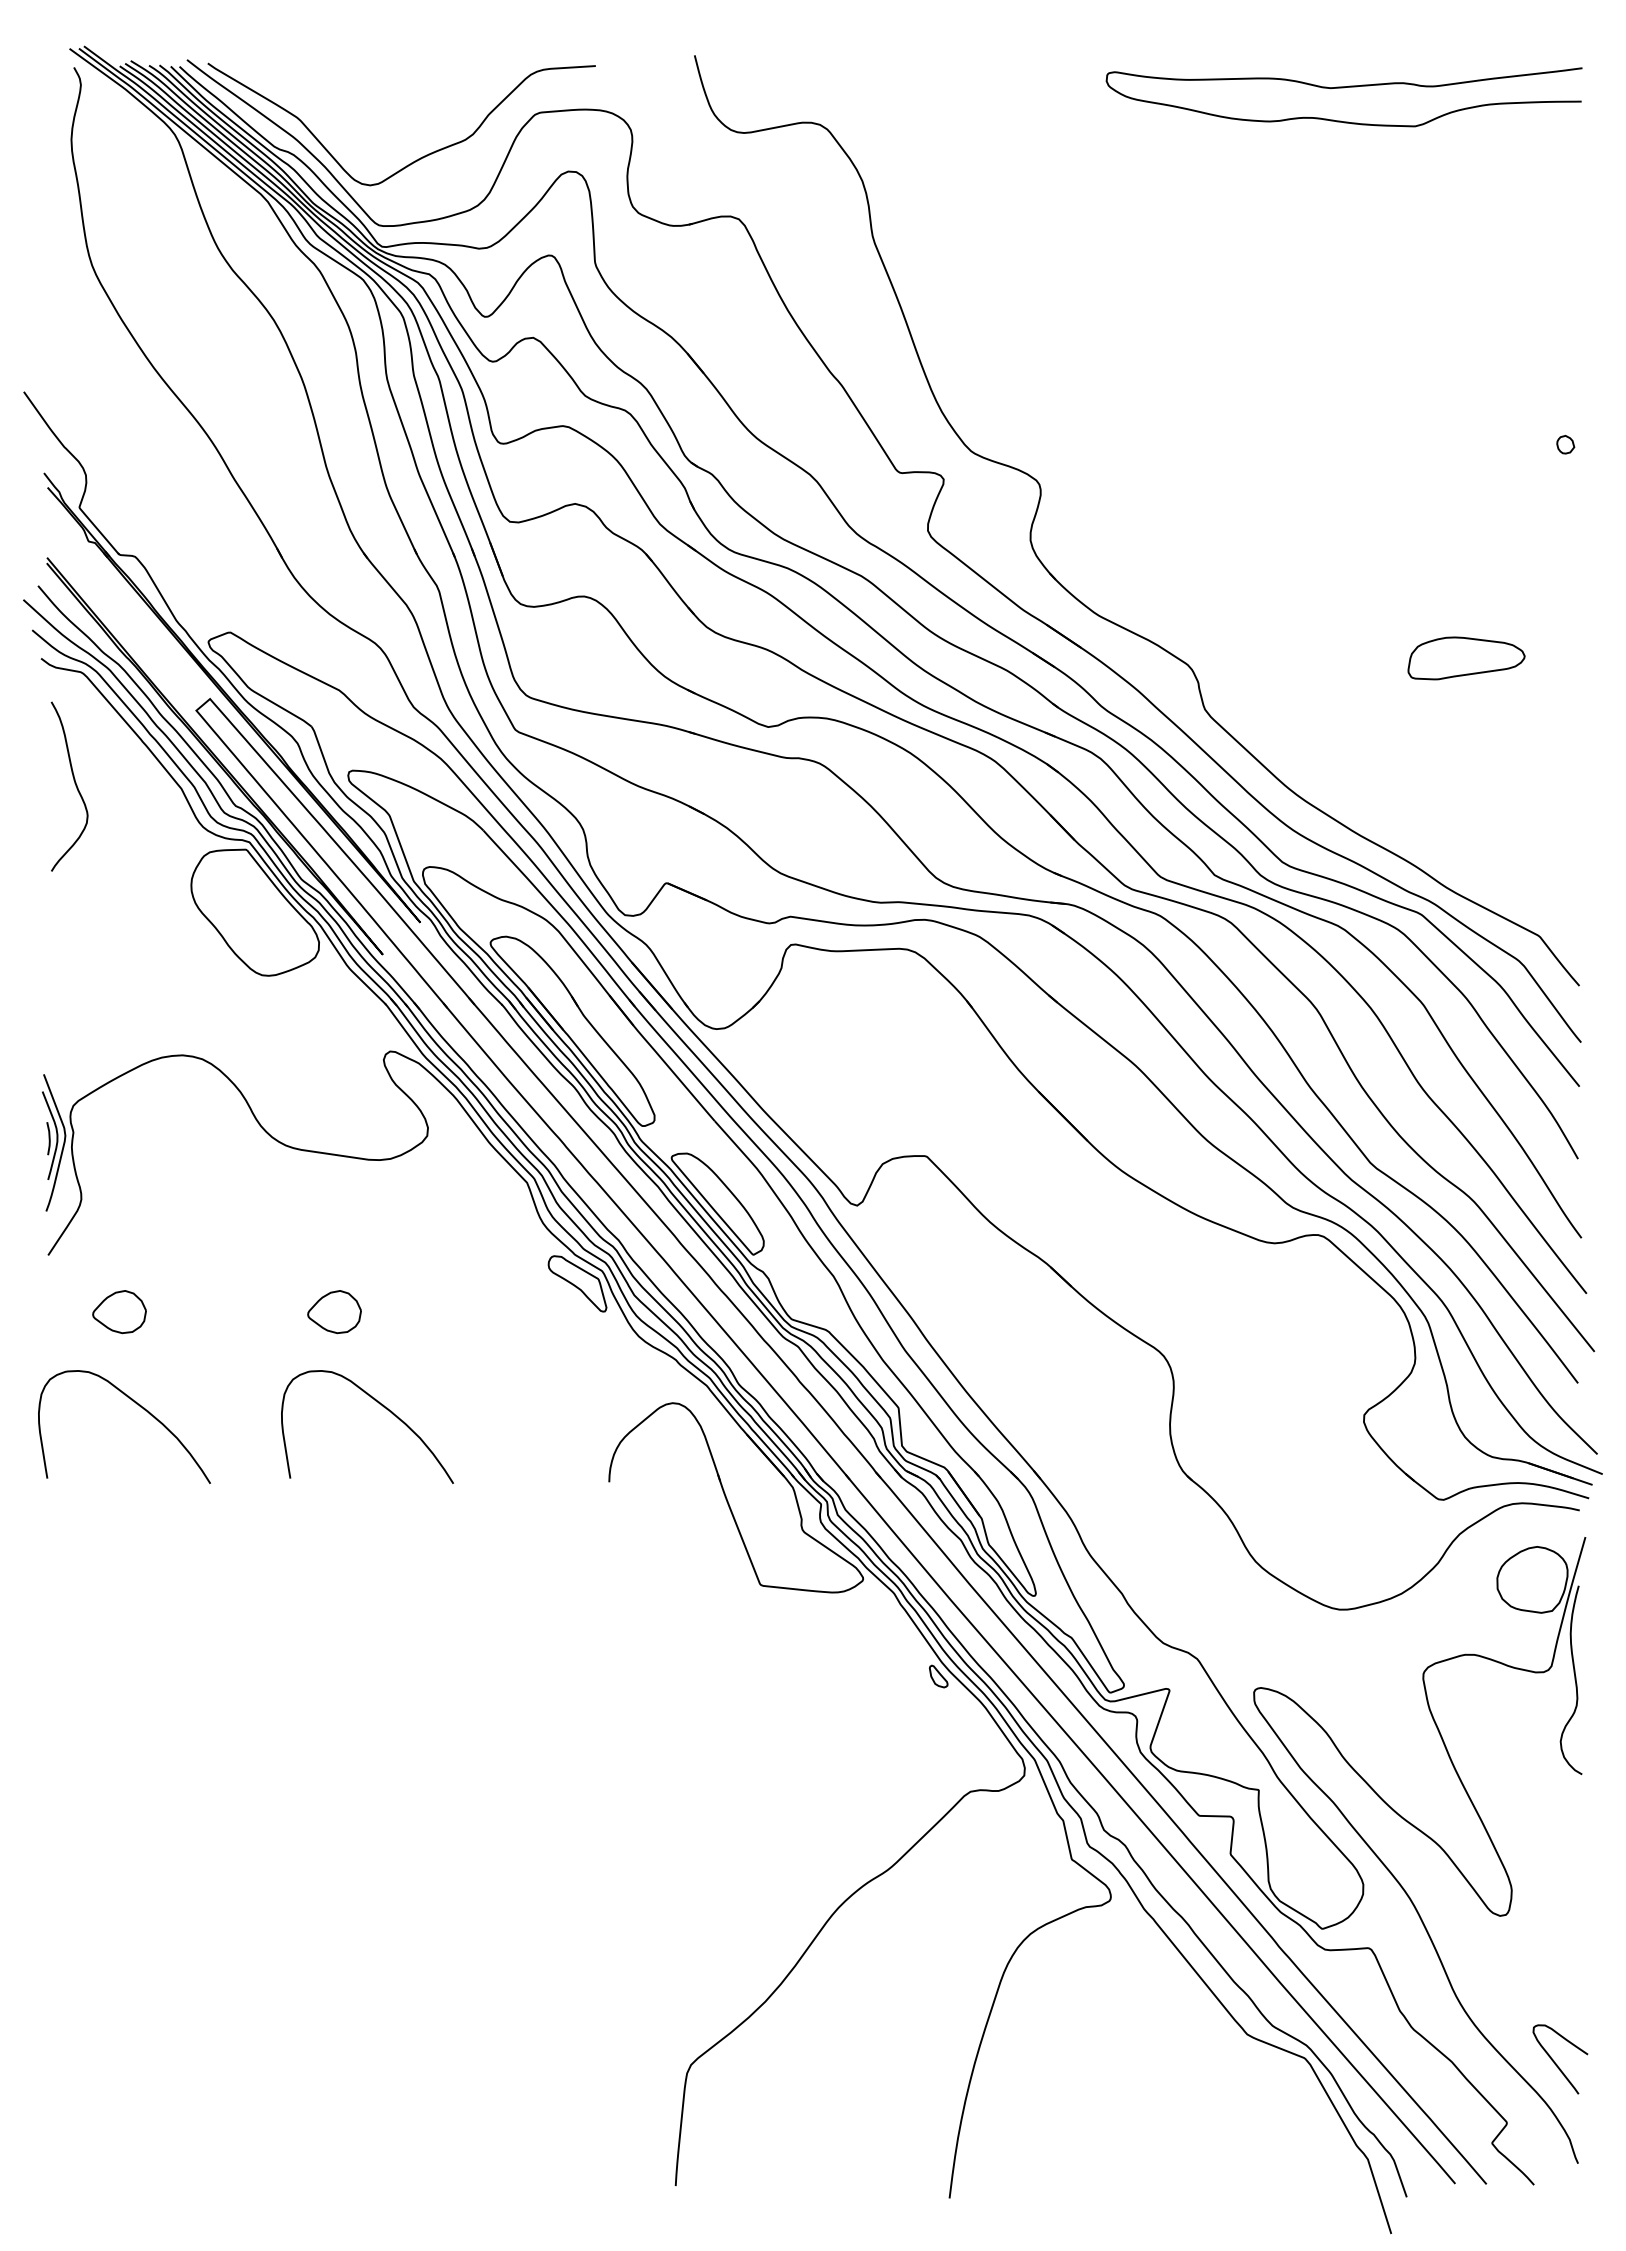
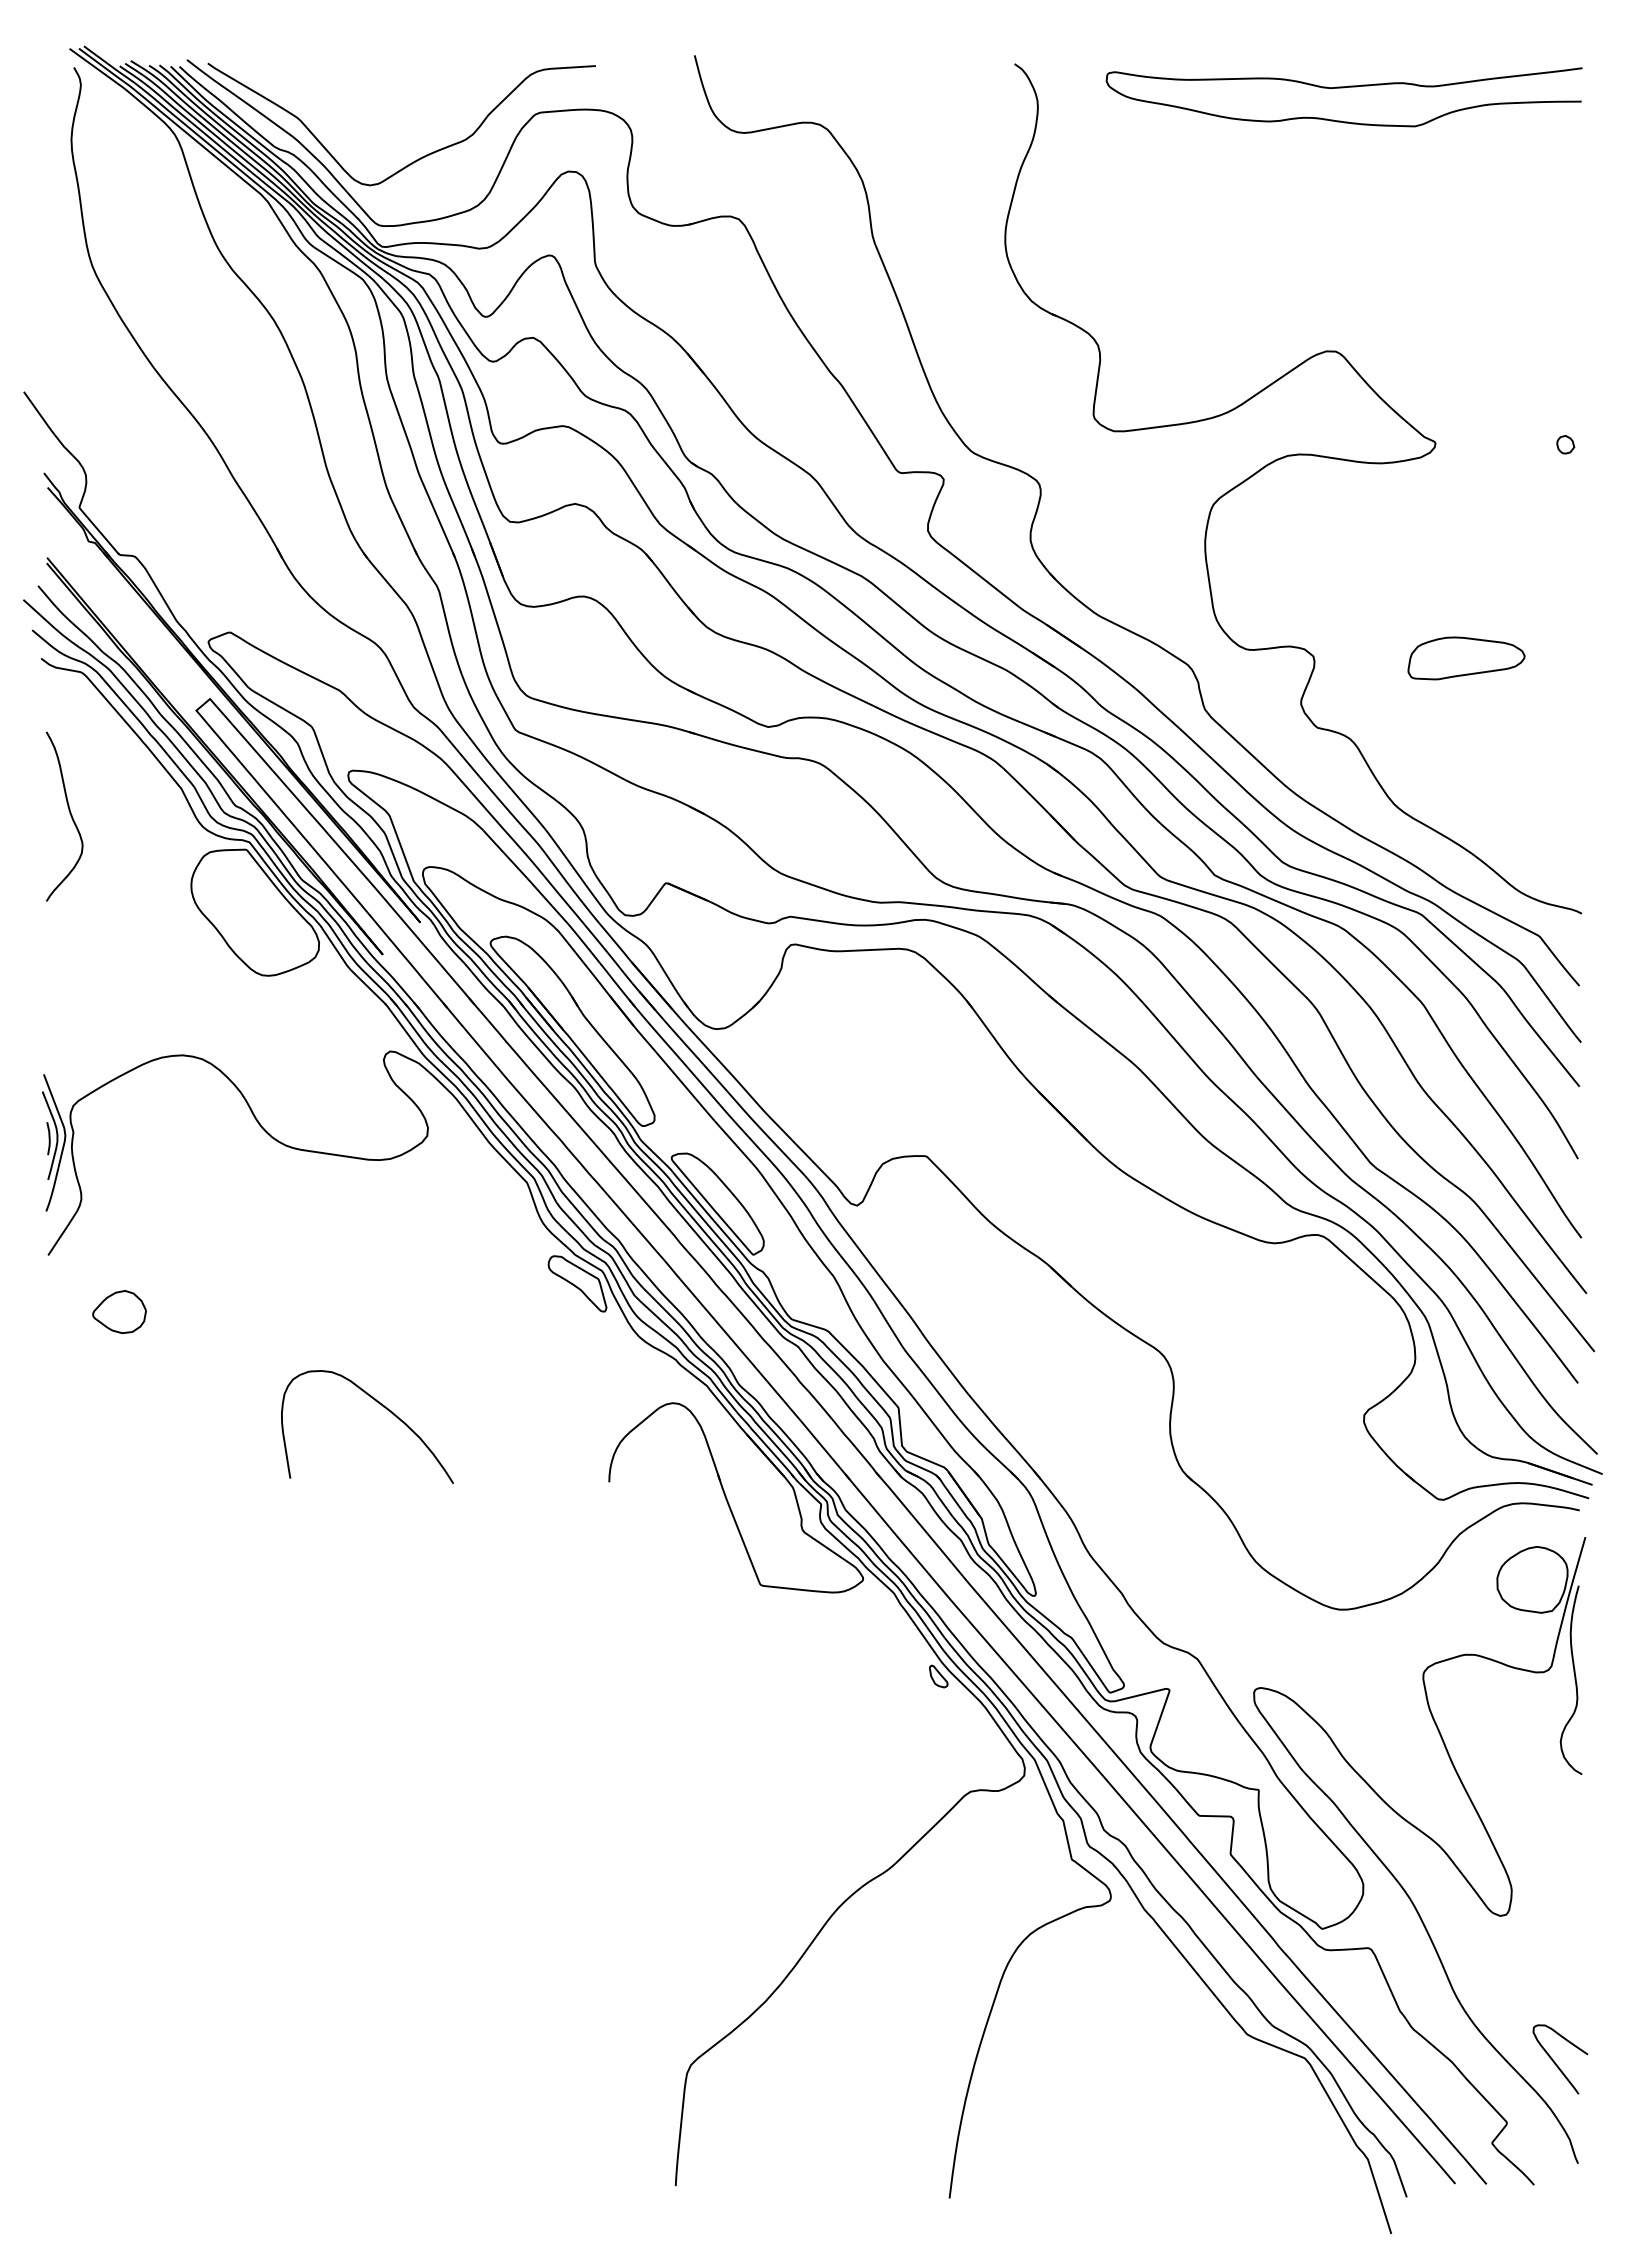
part at (1281, 459): none -> present
curve at (74, 783) position: (74, 783) -> (69, 813)
part at (334, 1312): present -> none
curve at (140, 1407): present -> none
